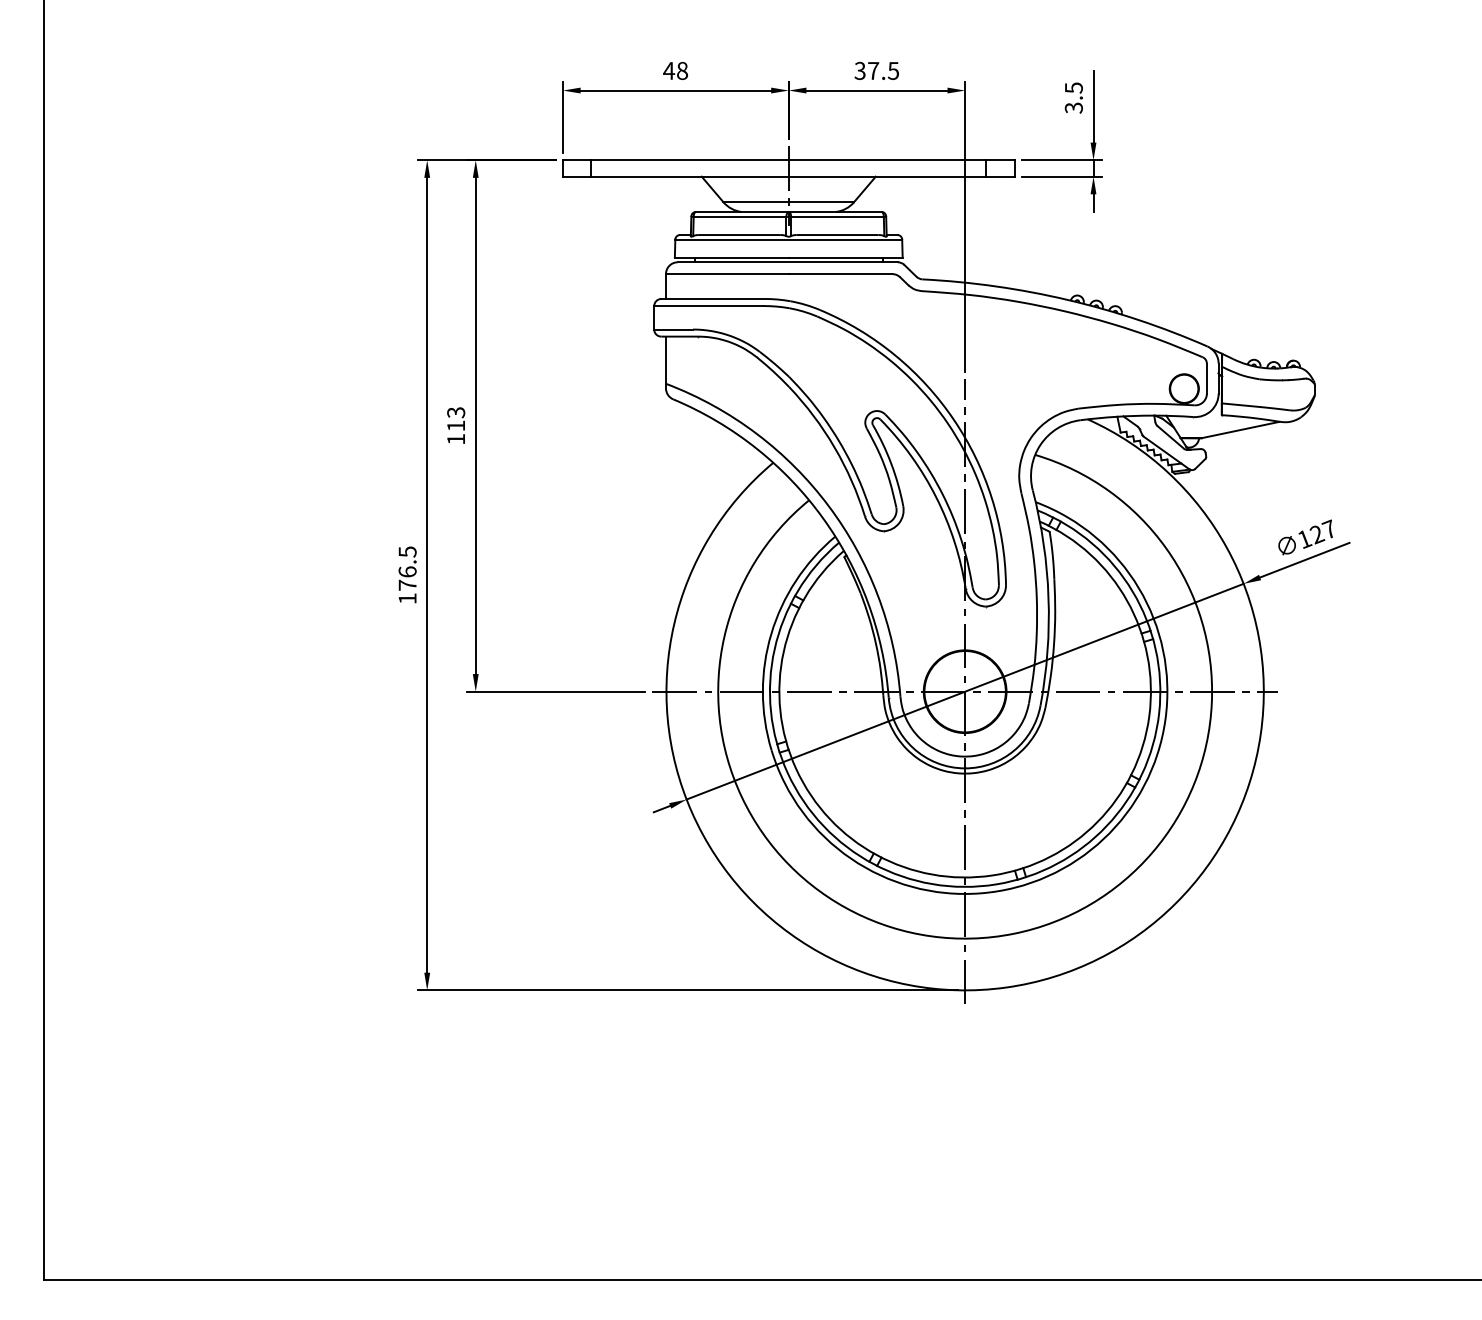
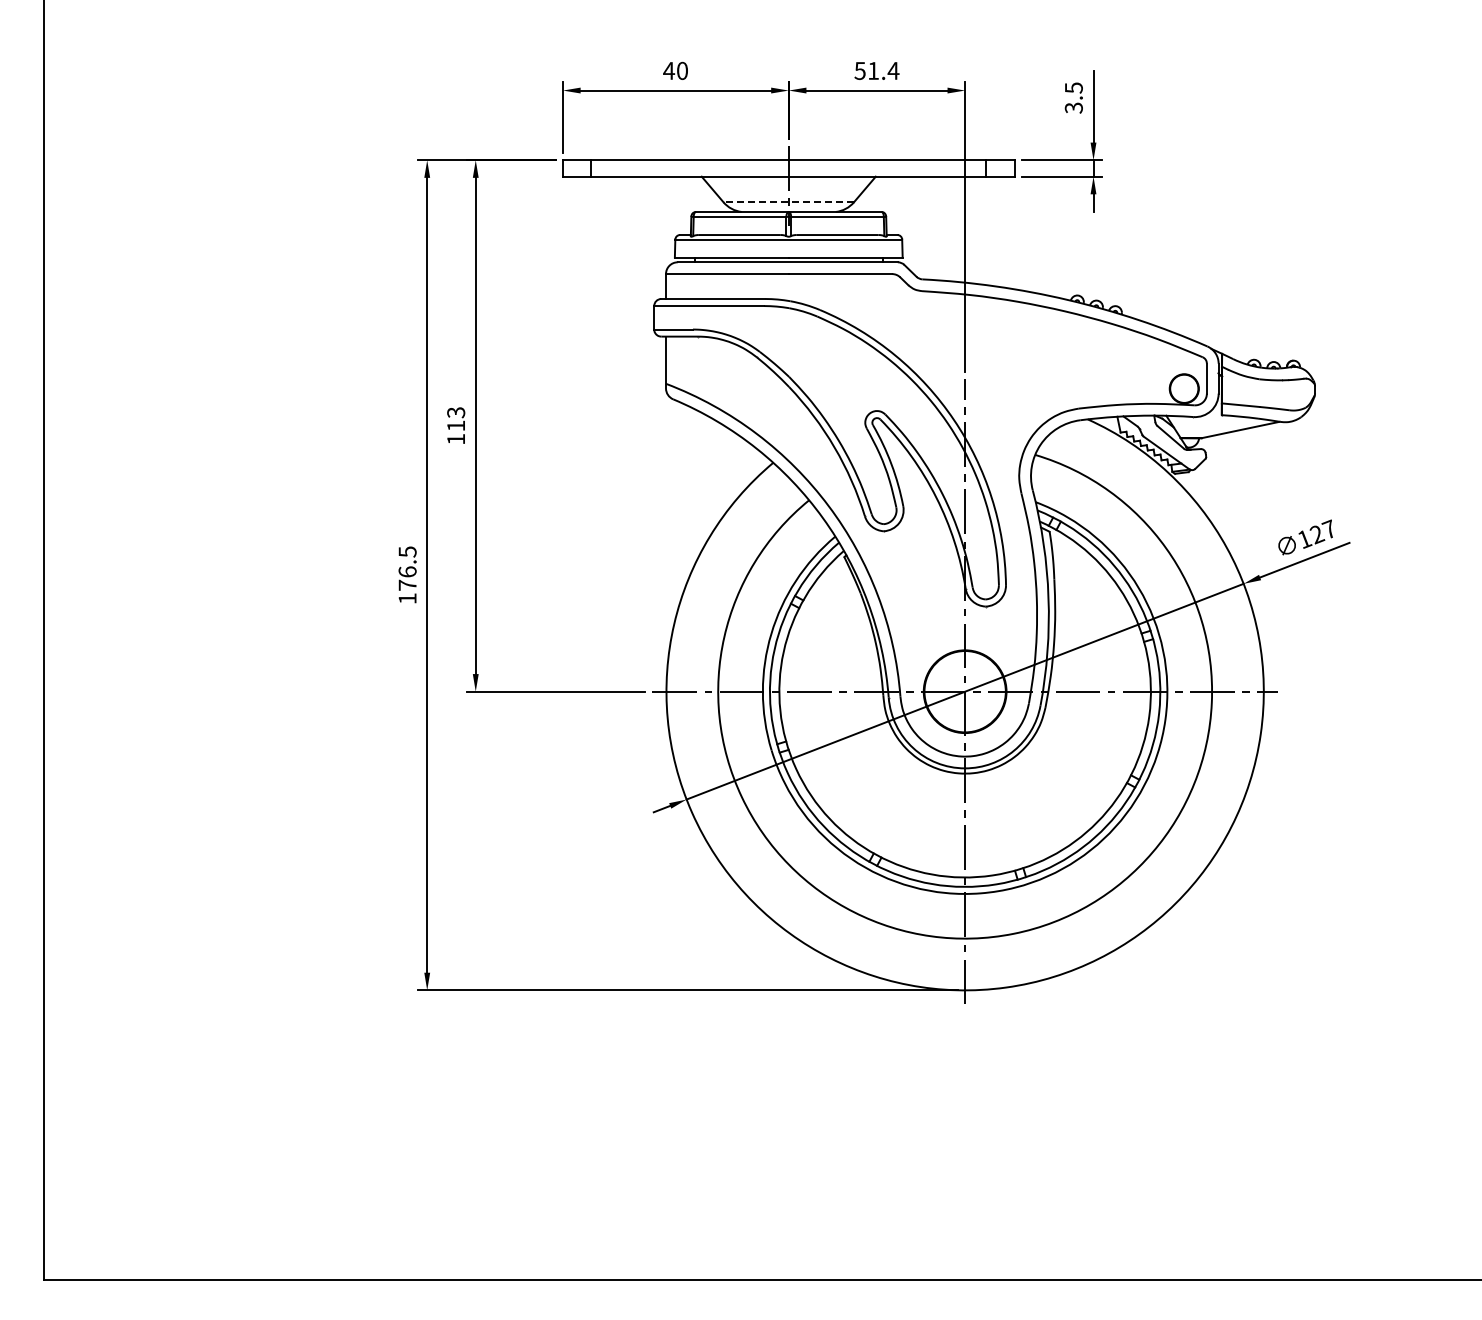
text at (682, 70): 48 -> 40
text at (877, 70): 37.5 -> 51.4
line at (788, 202): solid -> dashed
